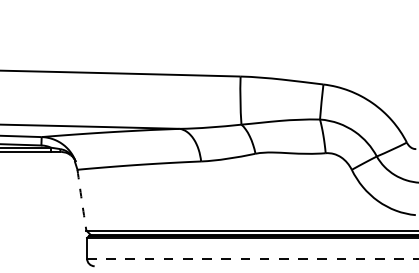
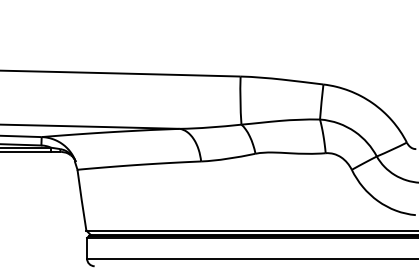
arc at (81, 200): dashed -> solid
line at (252, 258): dashed -> solid
